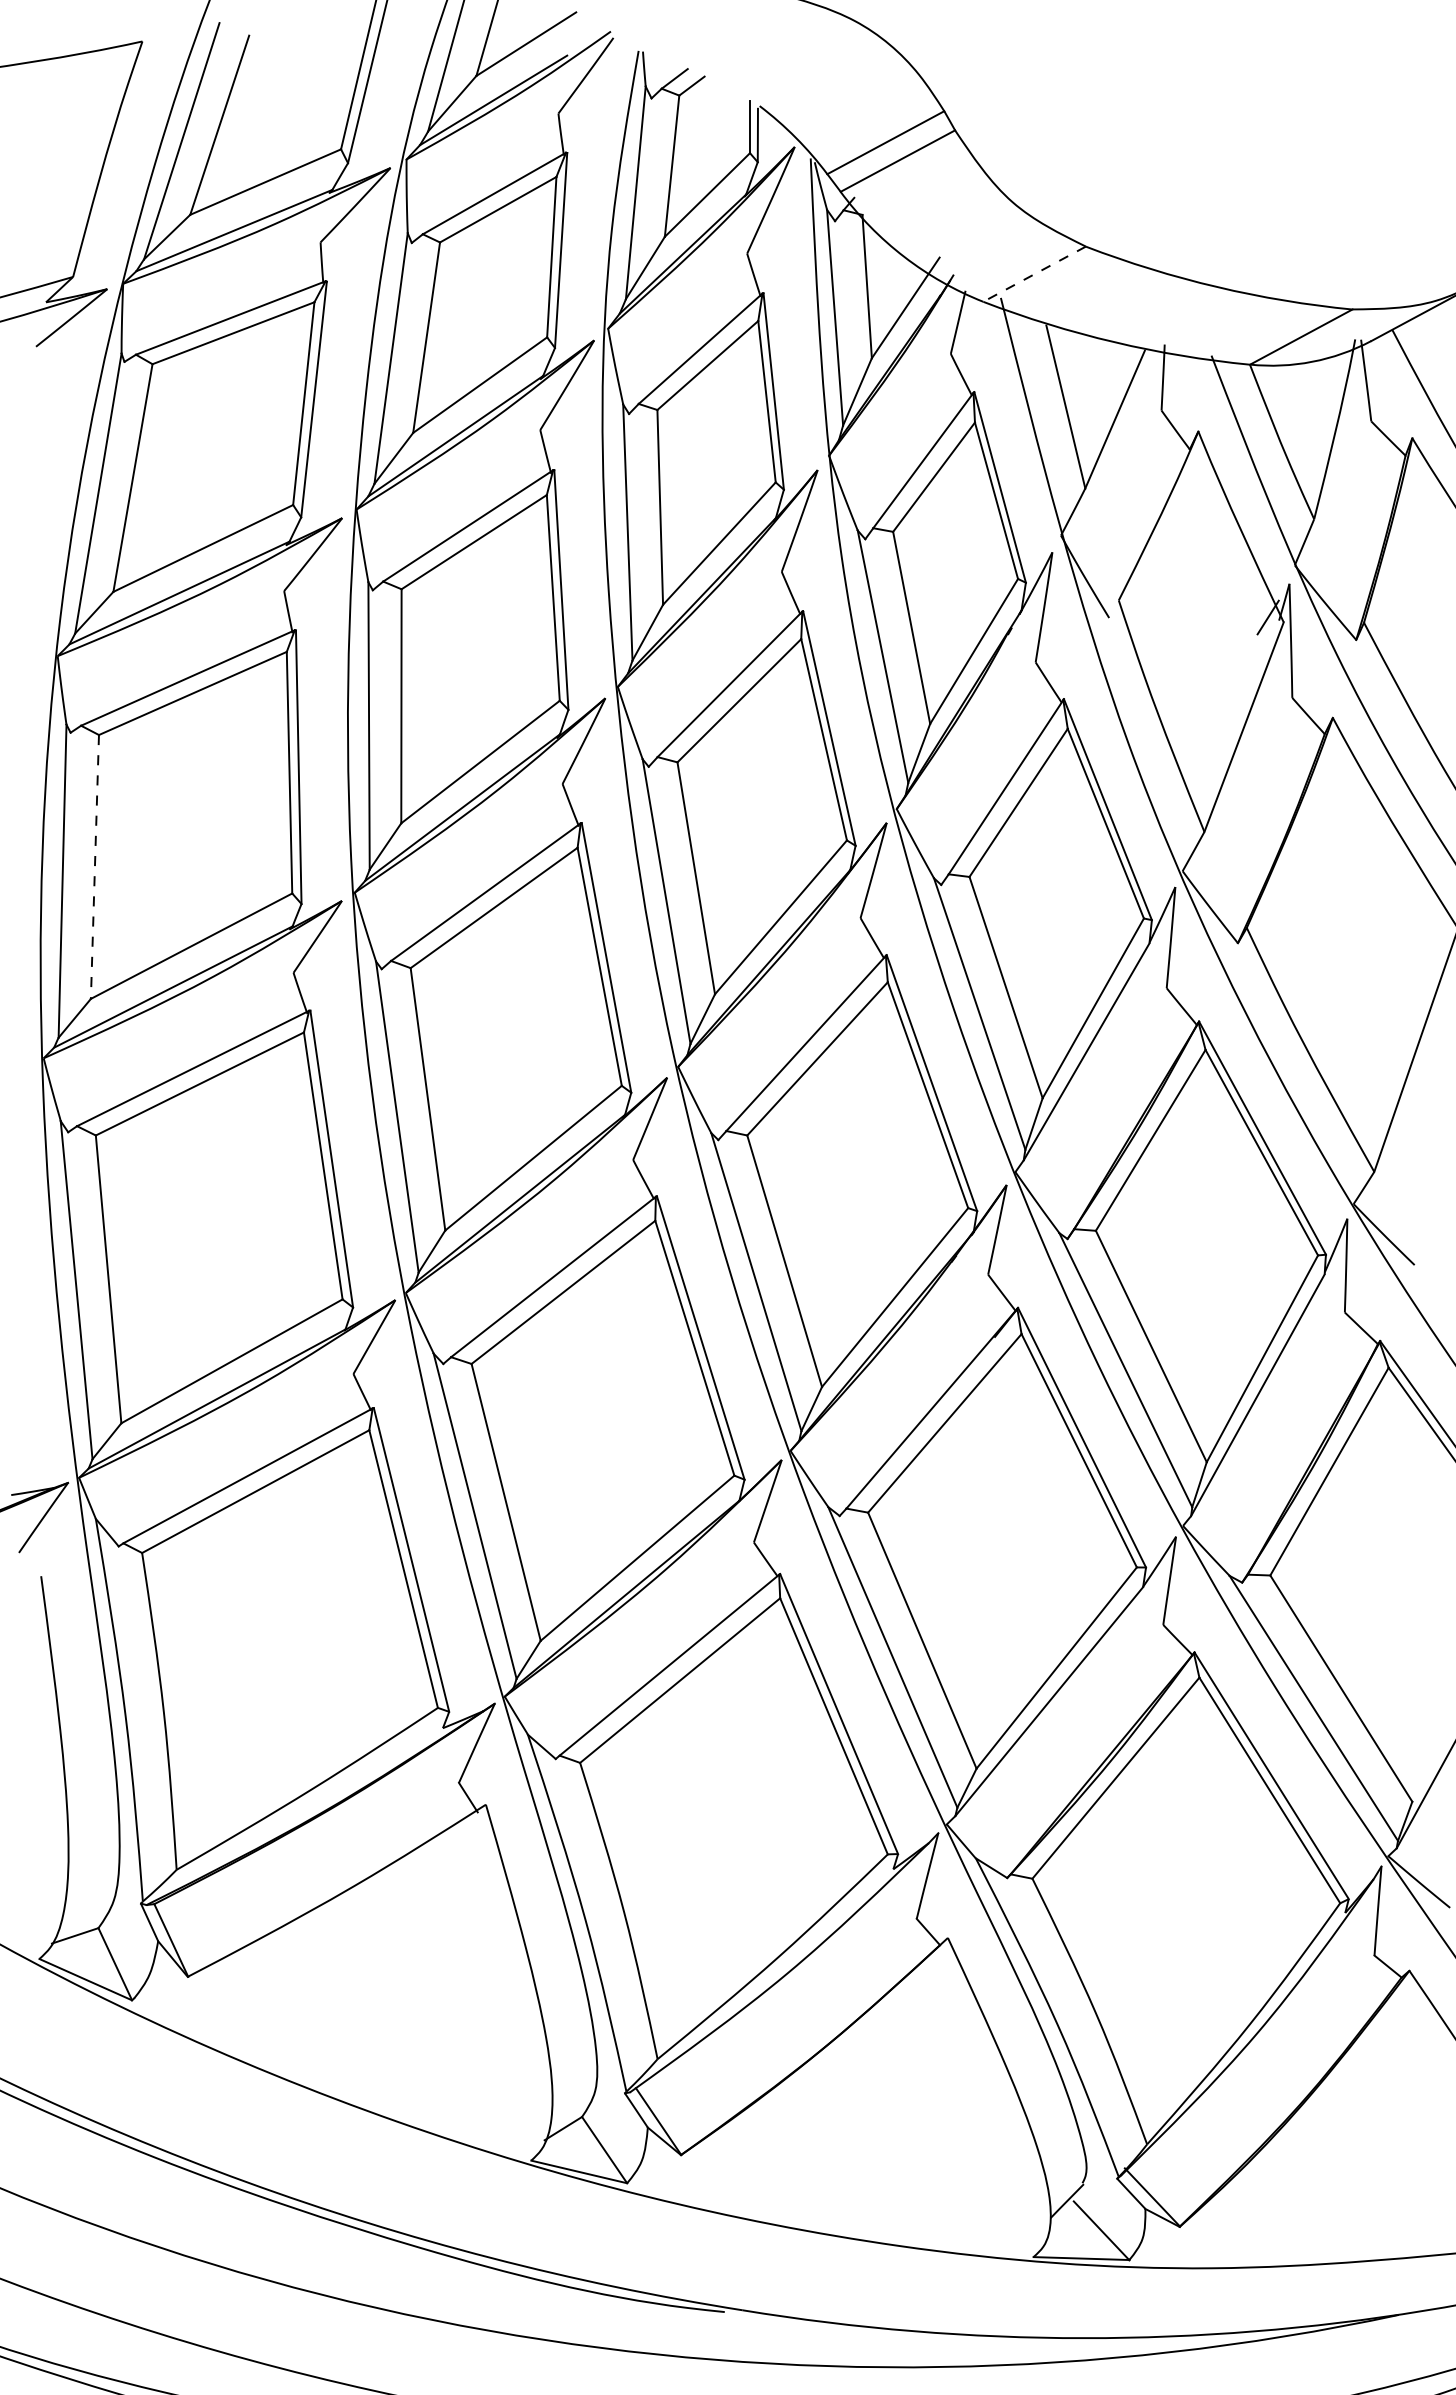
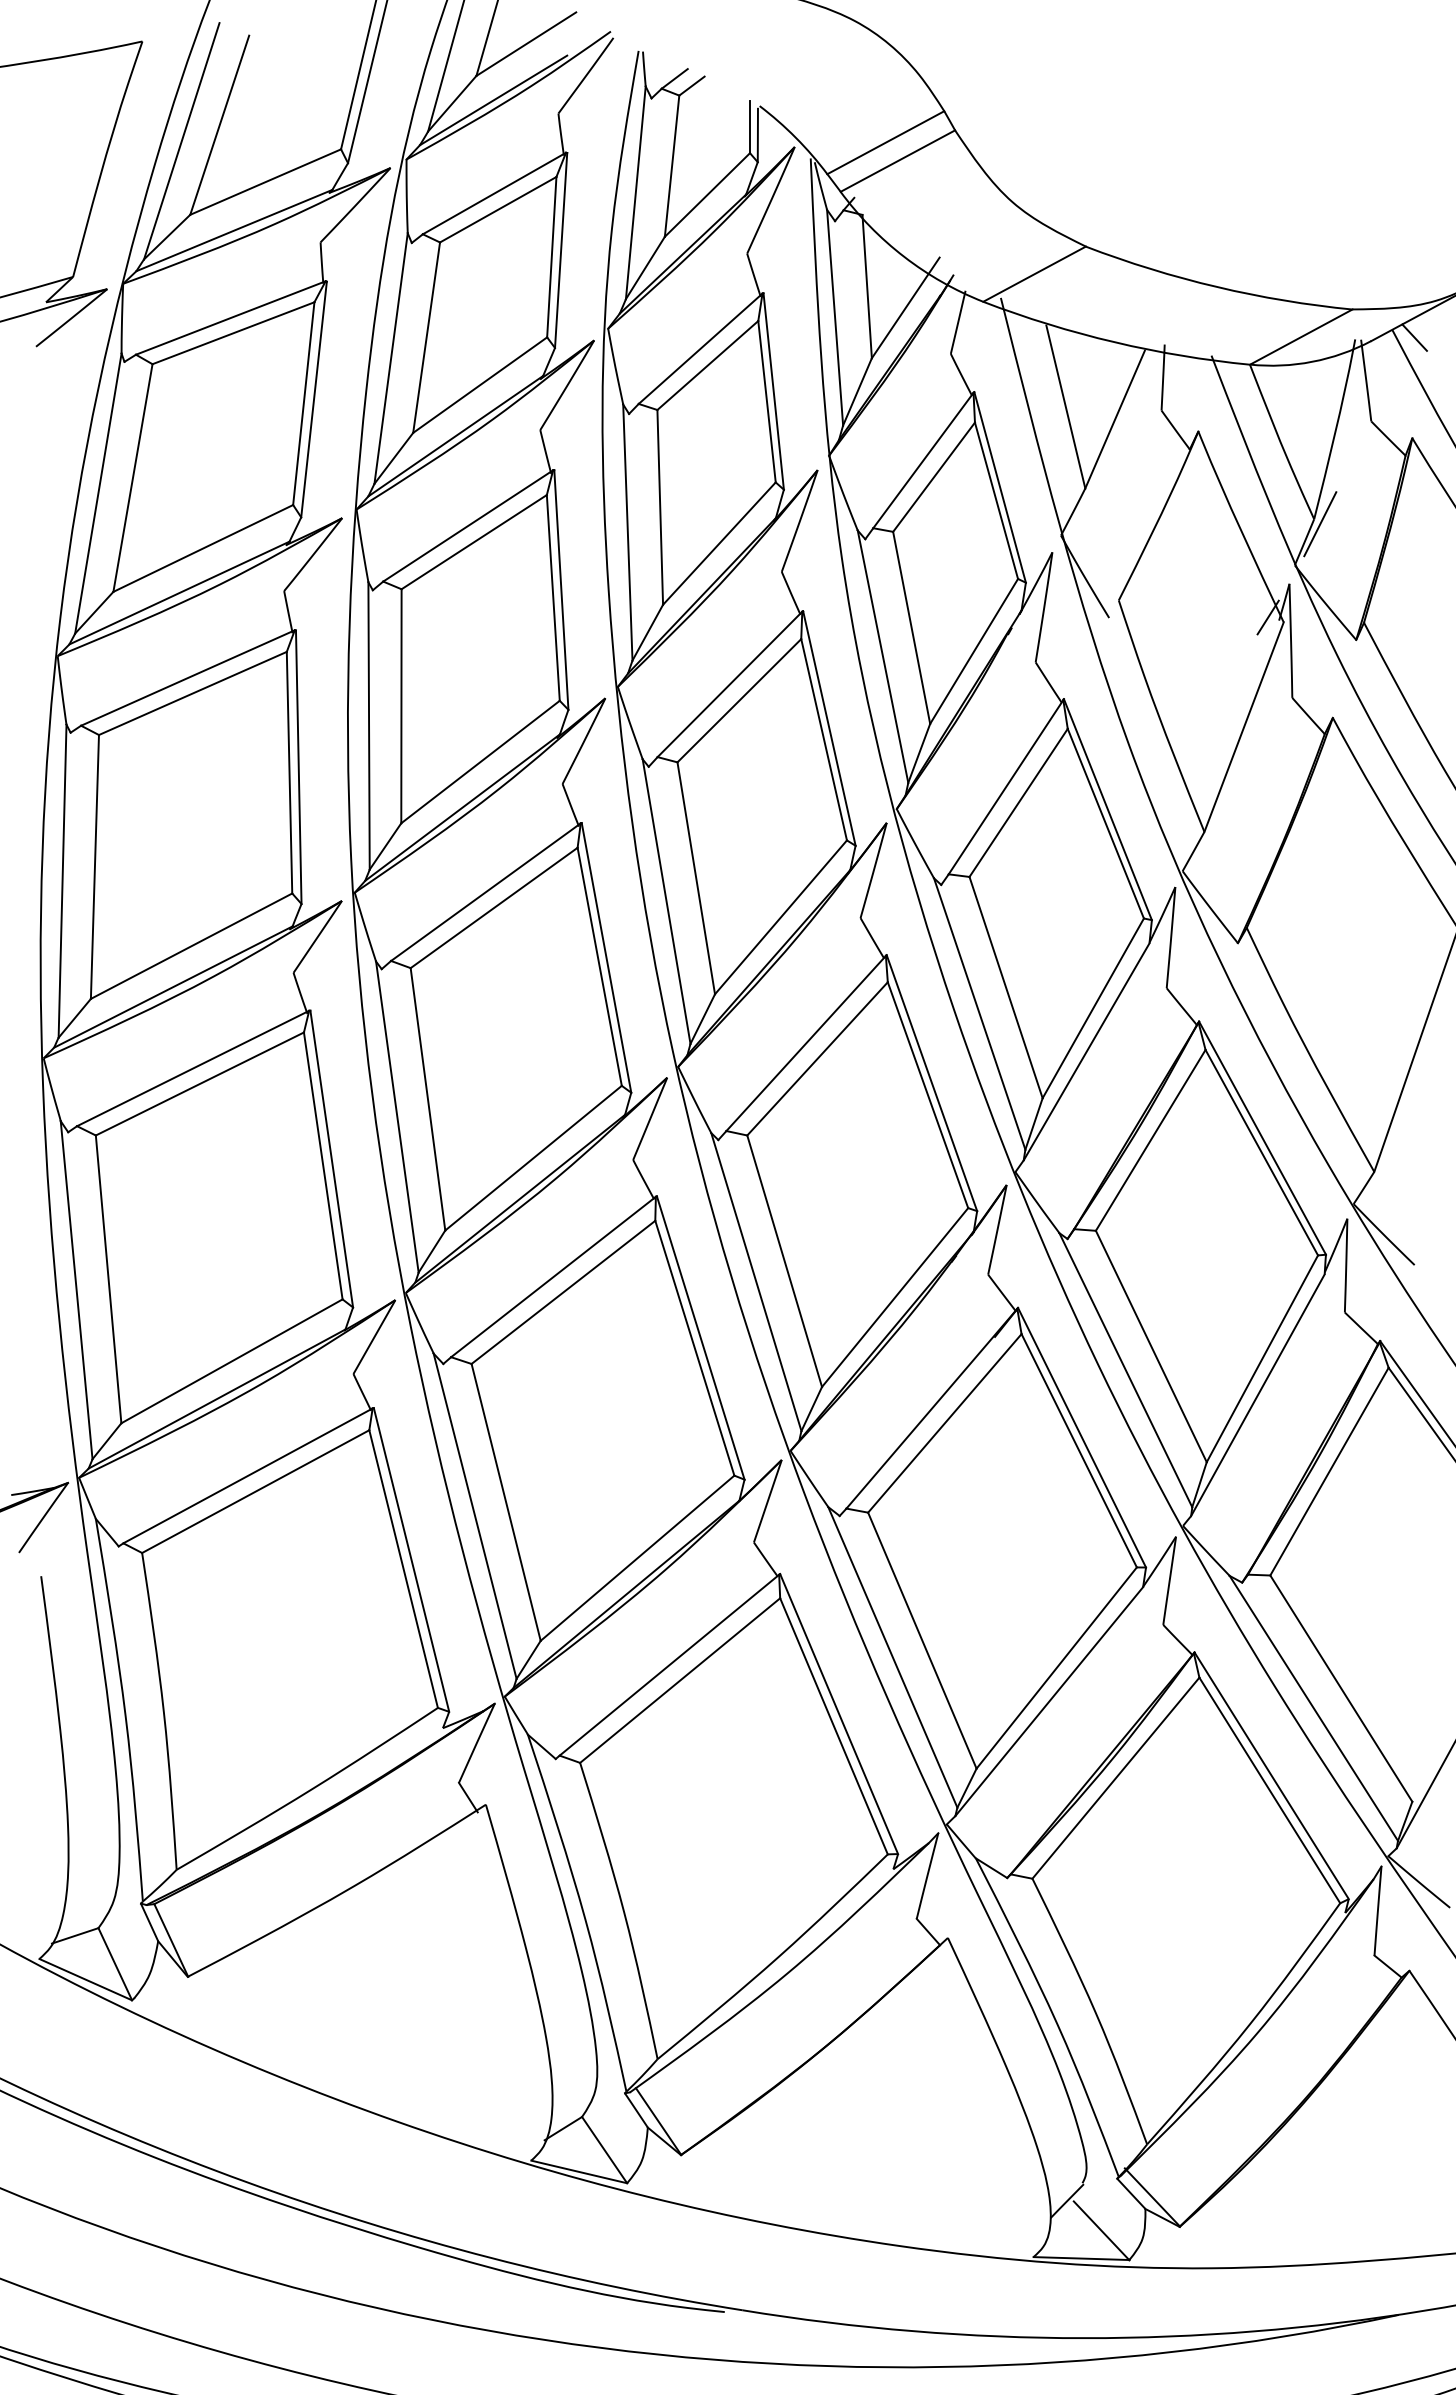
line at (1034, 274): dashed -> solid
line at (1414, 337): none -> present
line at (1320, 524): none -> present
line at (94, 867): dashed -> solid
